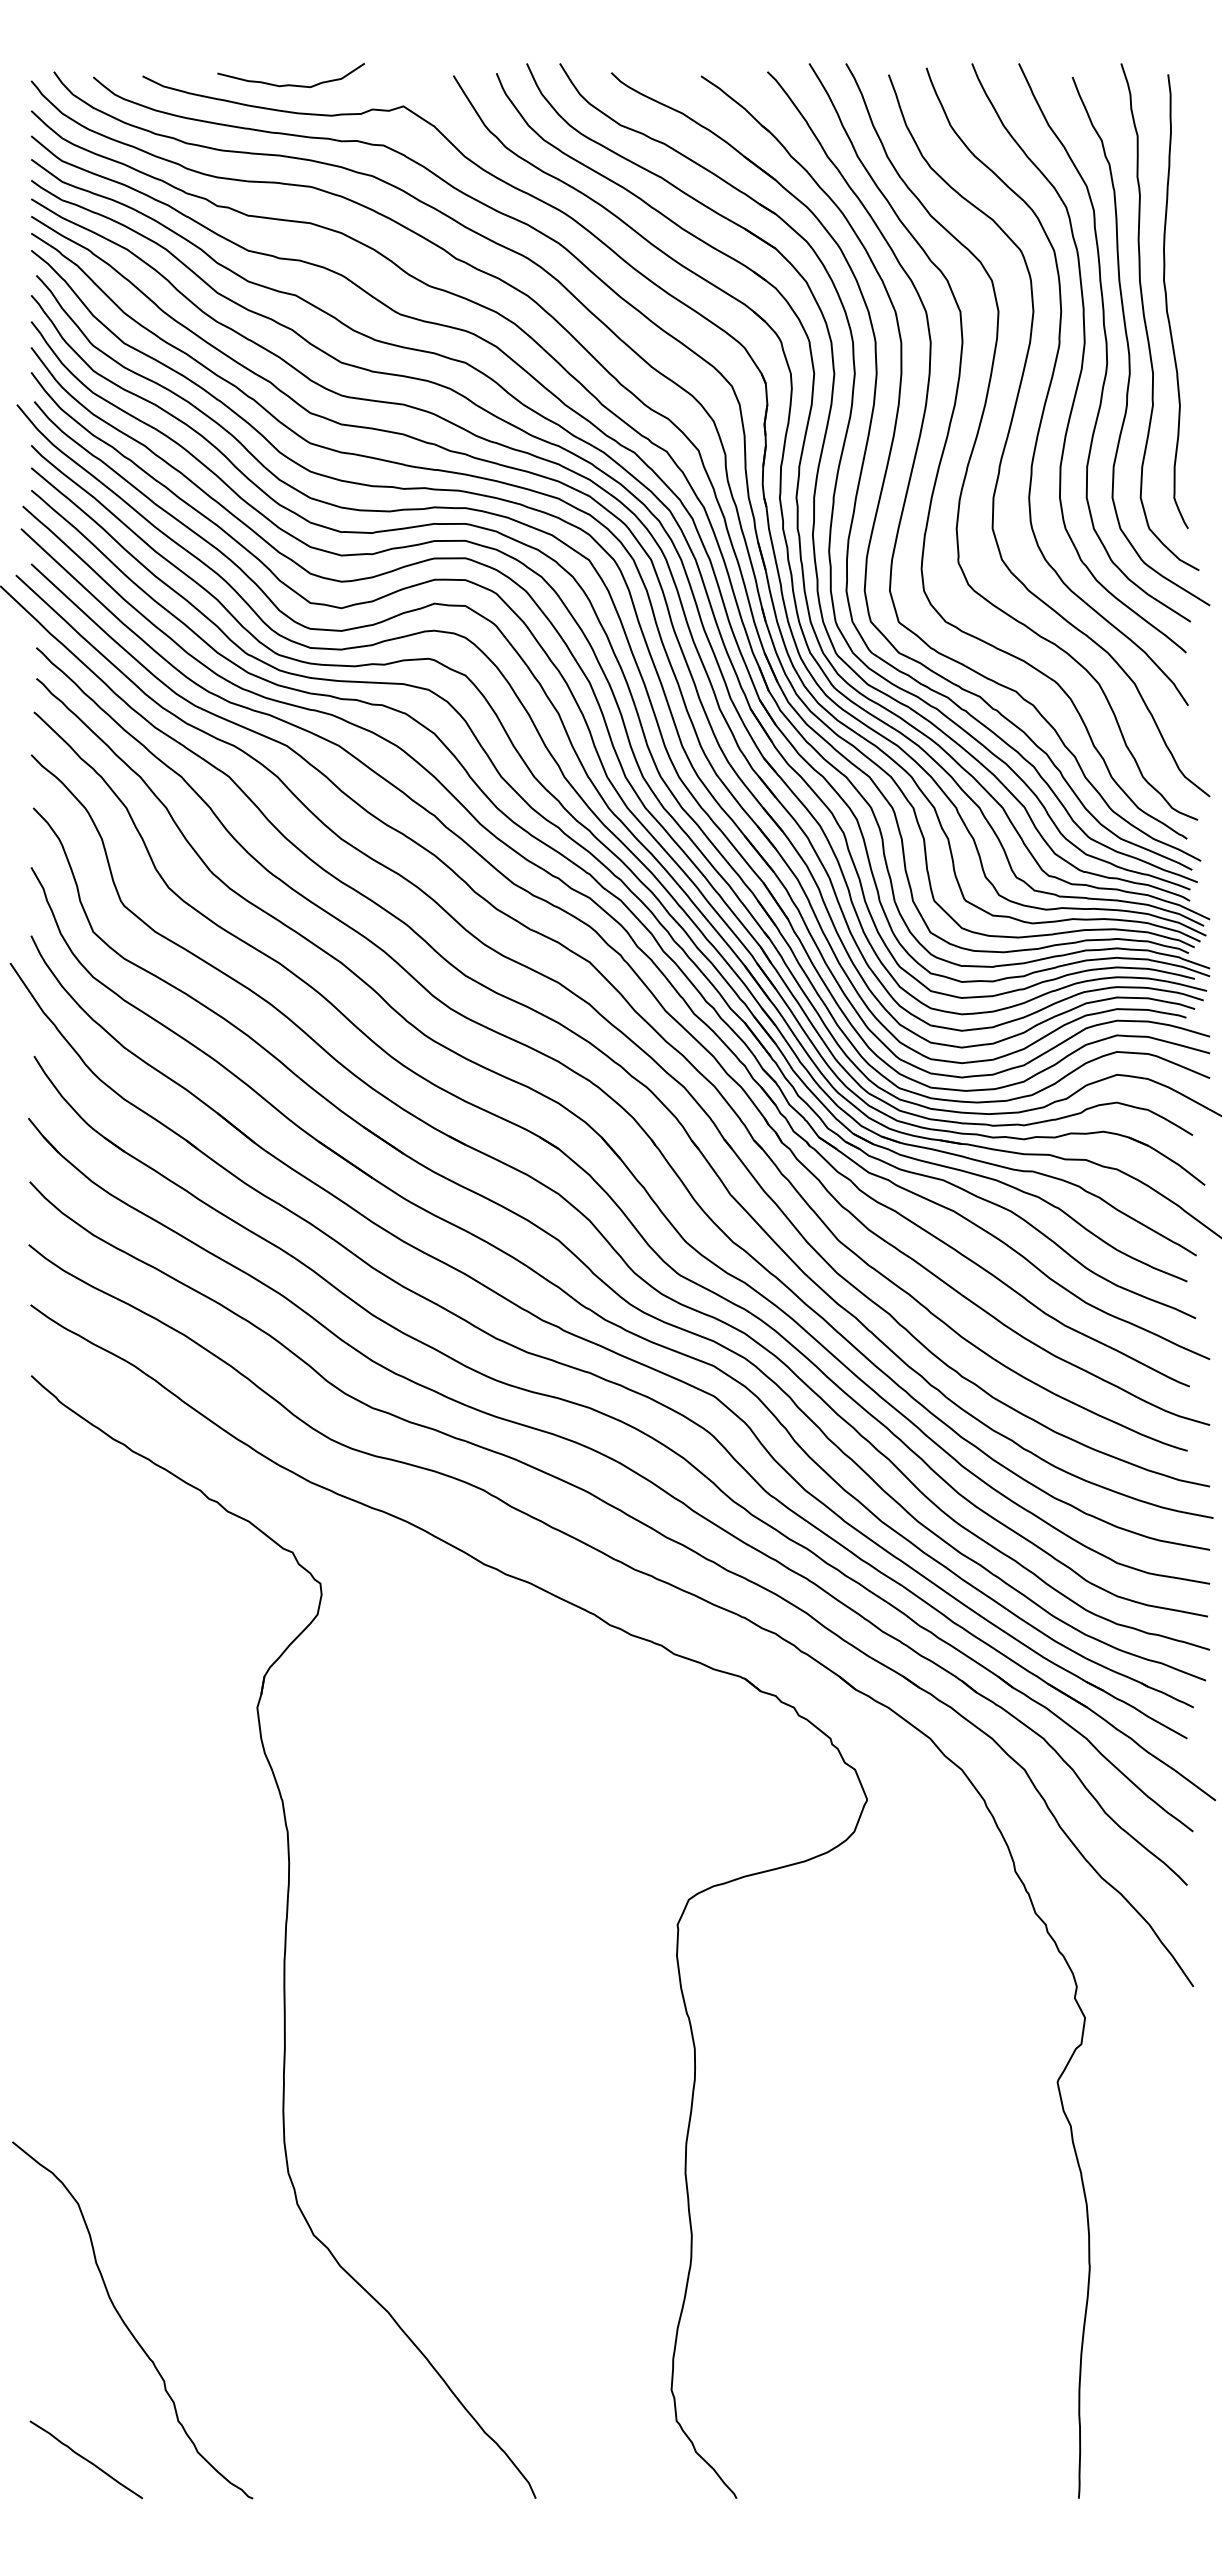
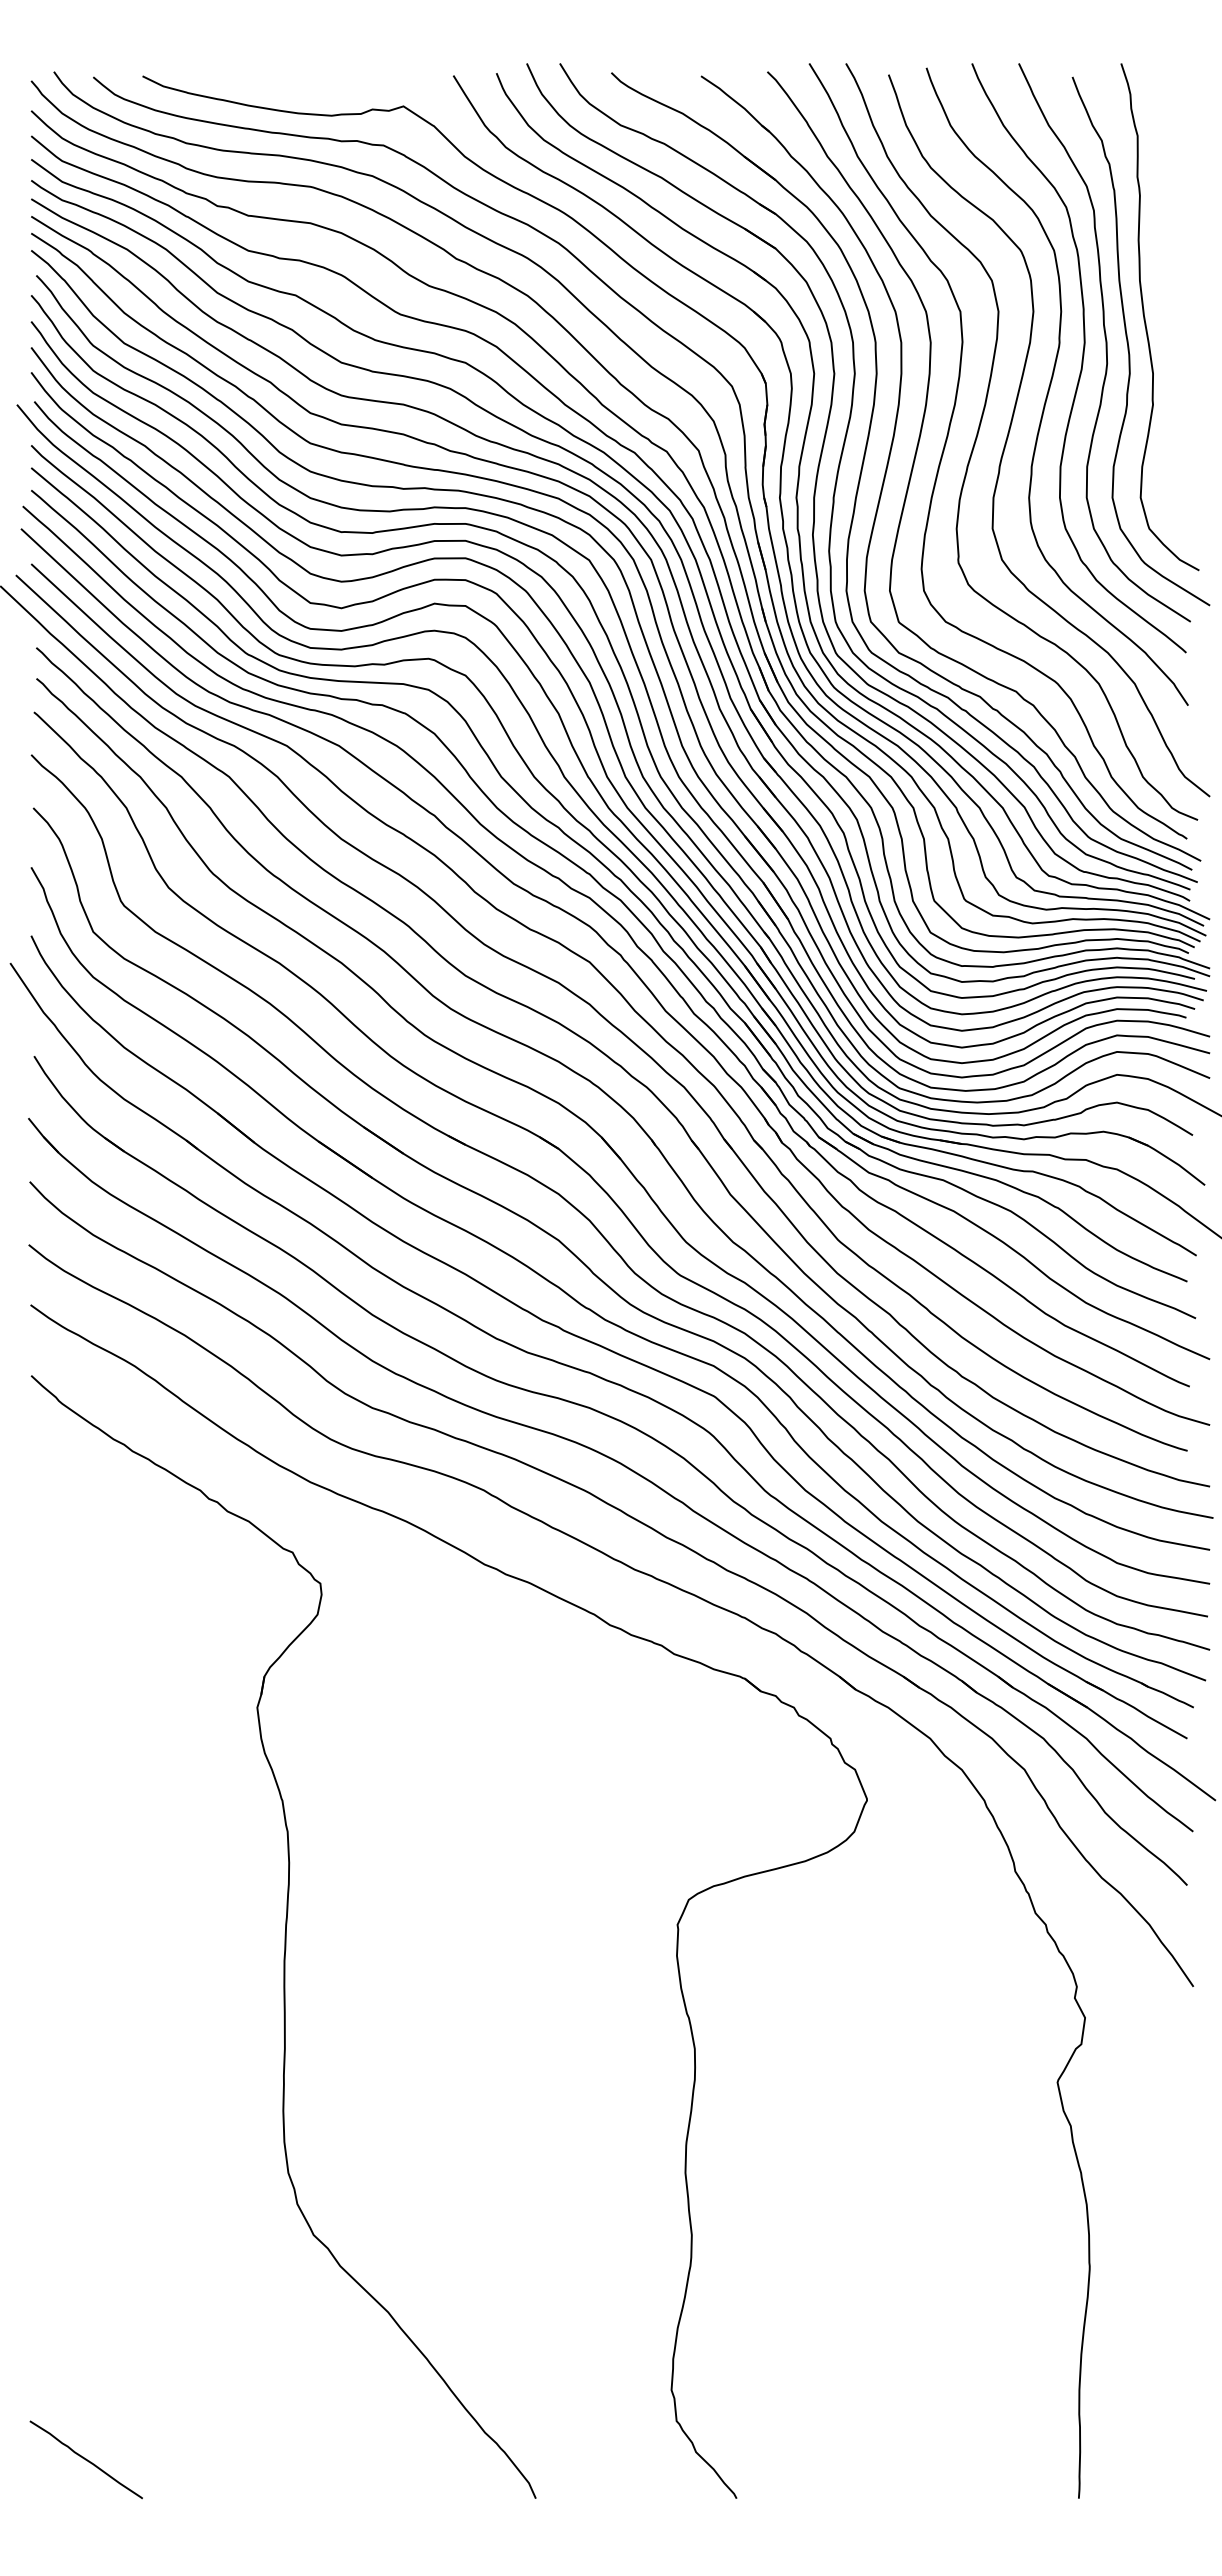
curve at (290, 84): present -> none
curve at (1167, 301): present -> none
curve at (127, 2325): present -> none
